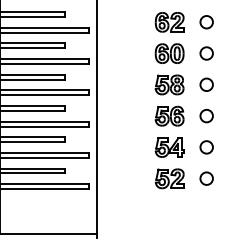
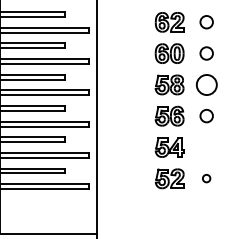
circle at (206, 84) size: 15x15 px -> 22x22 px
circle at (206, 147): present -> none
circle at (206, 178) size: 15x15 px -> 10x10 px
